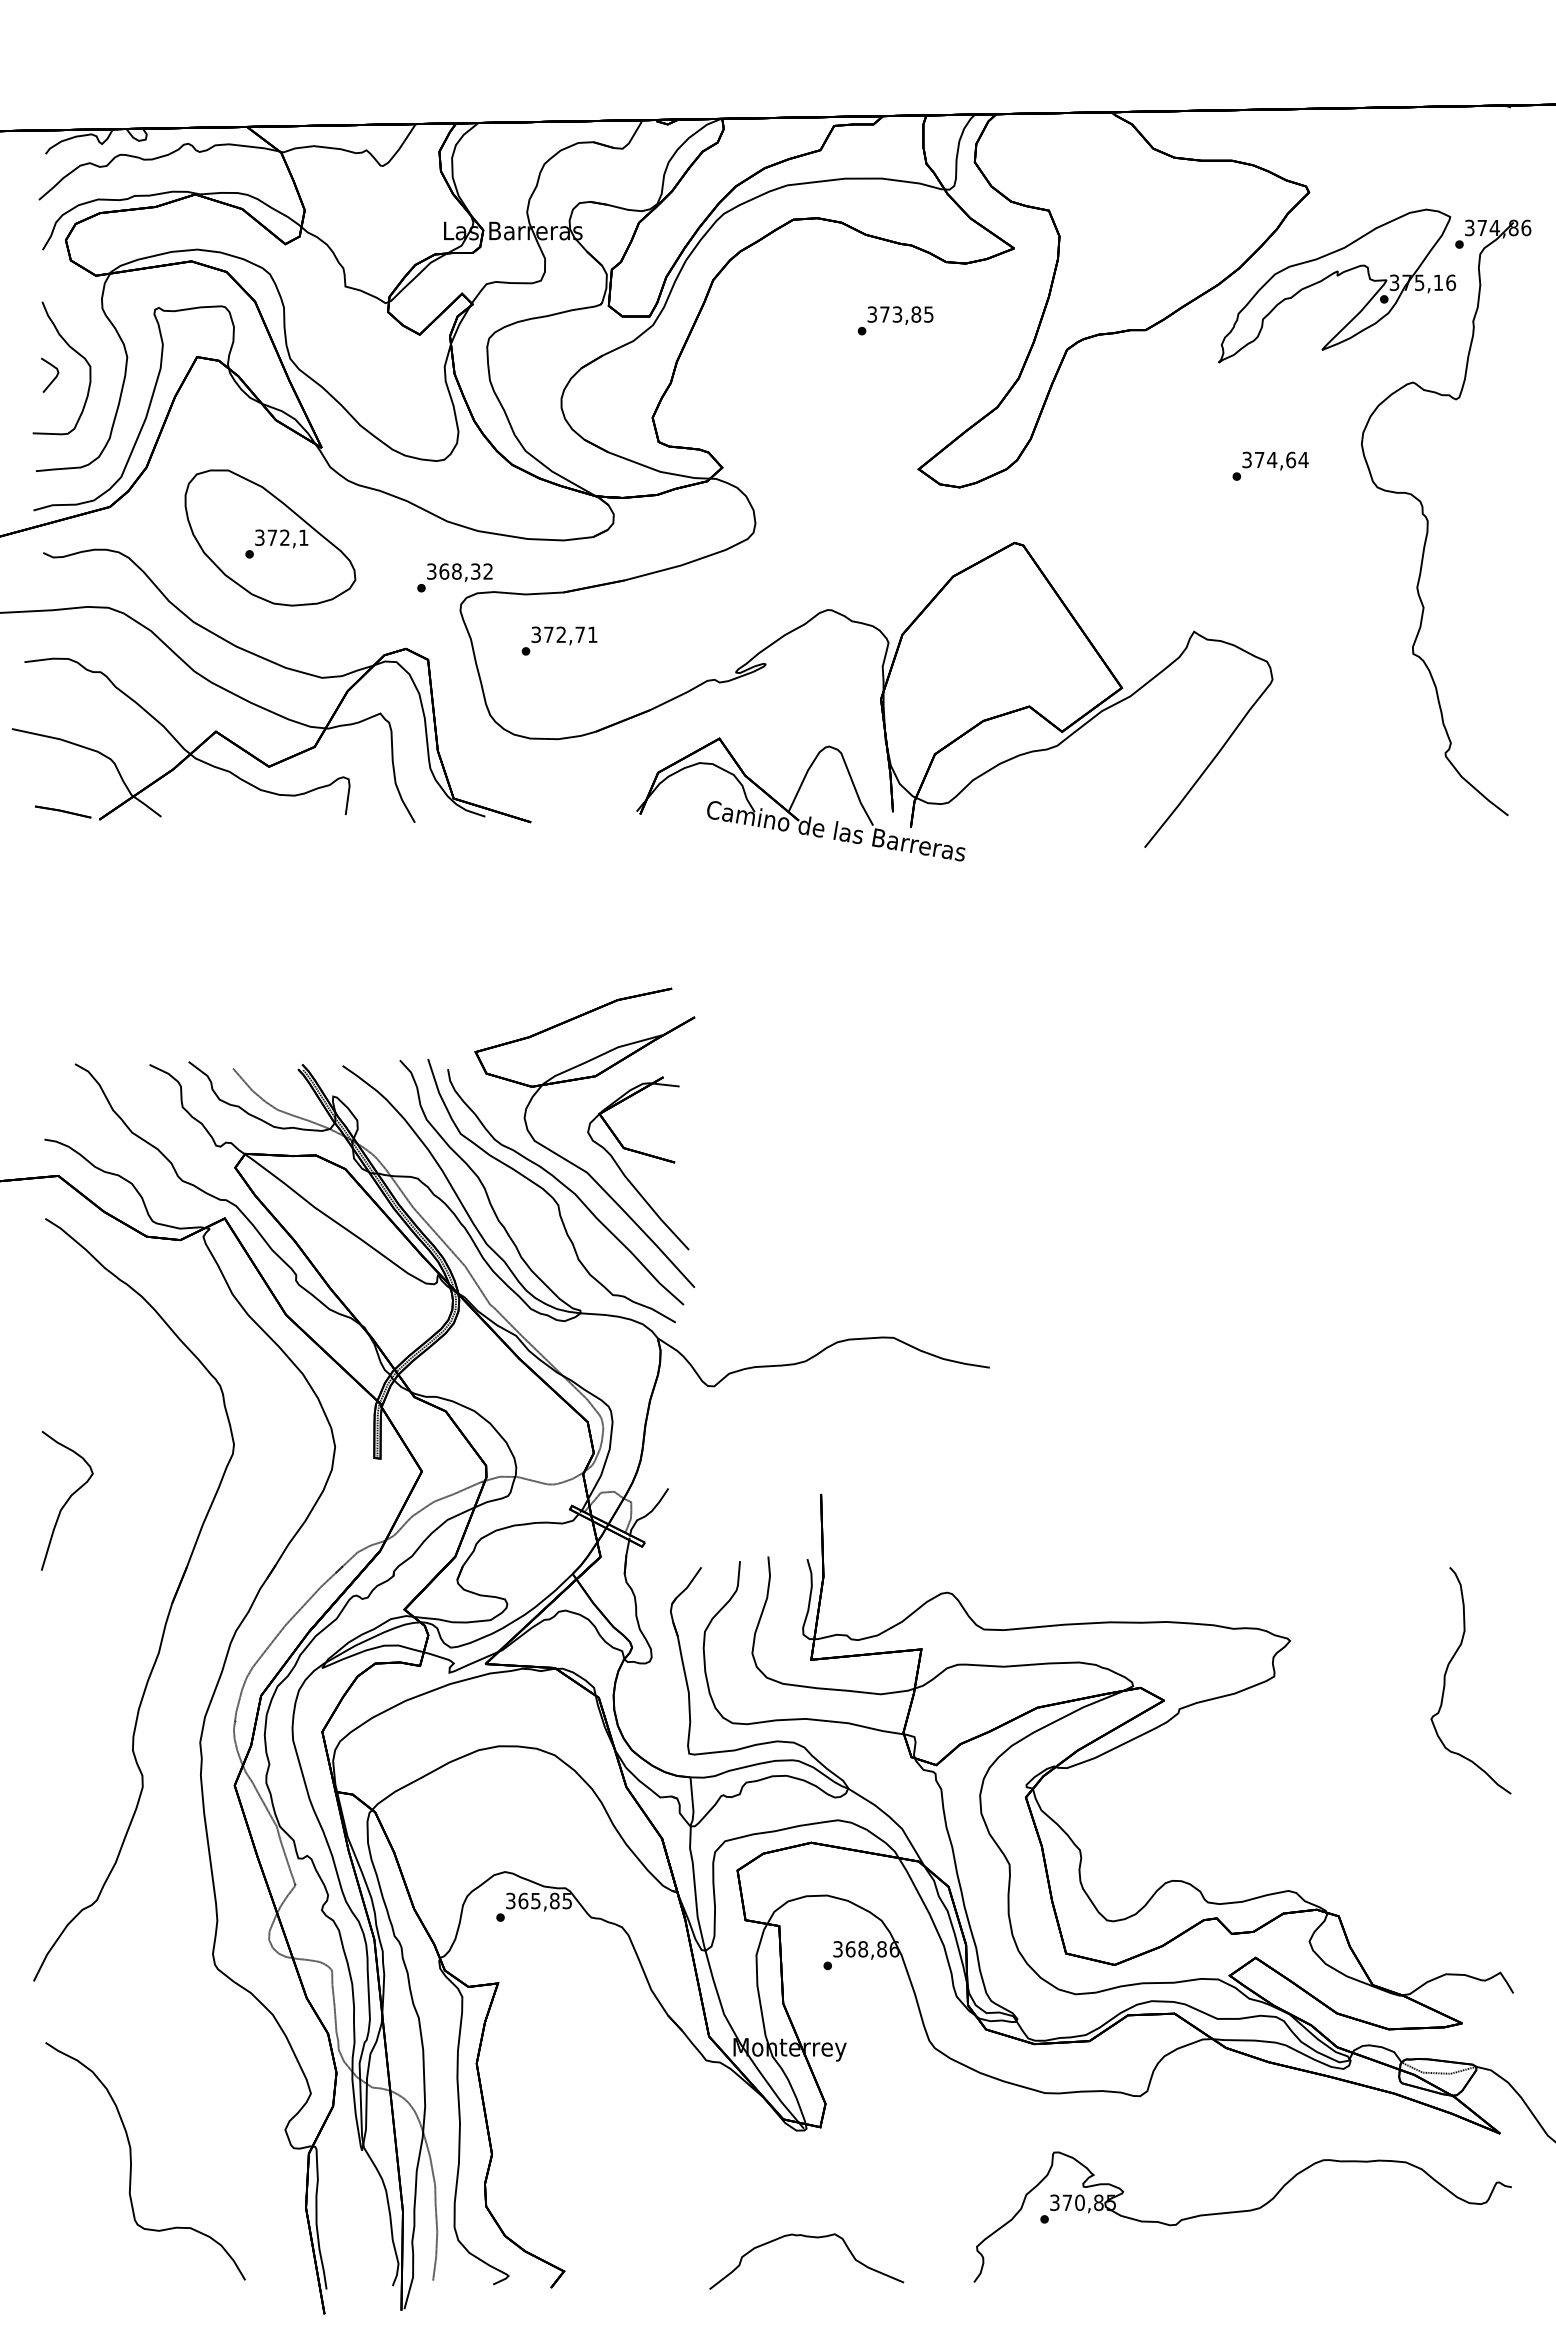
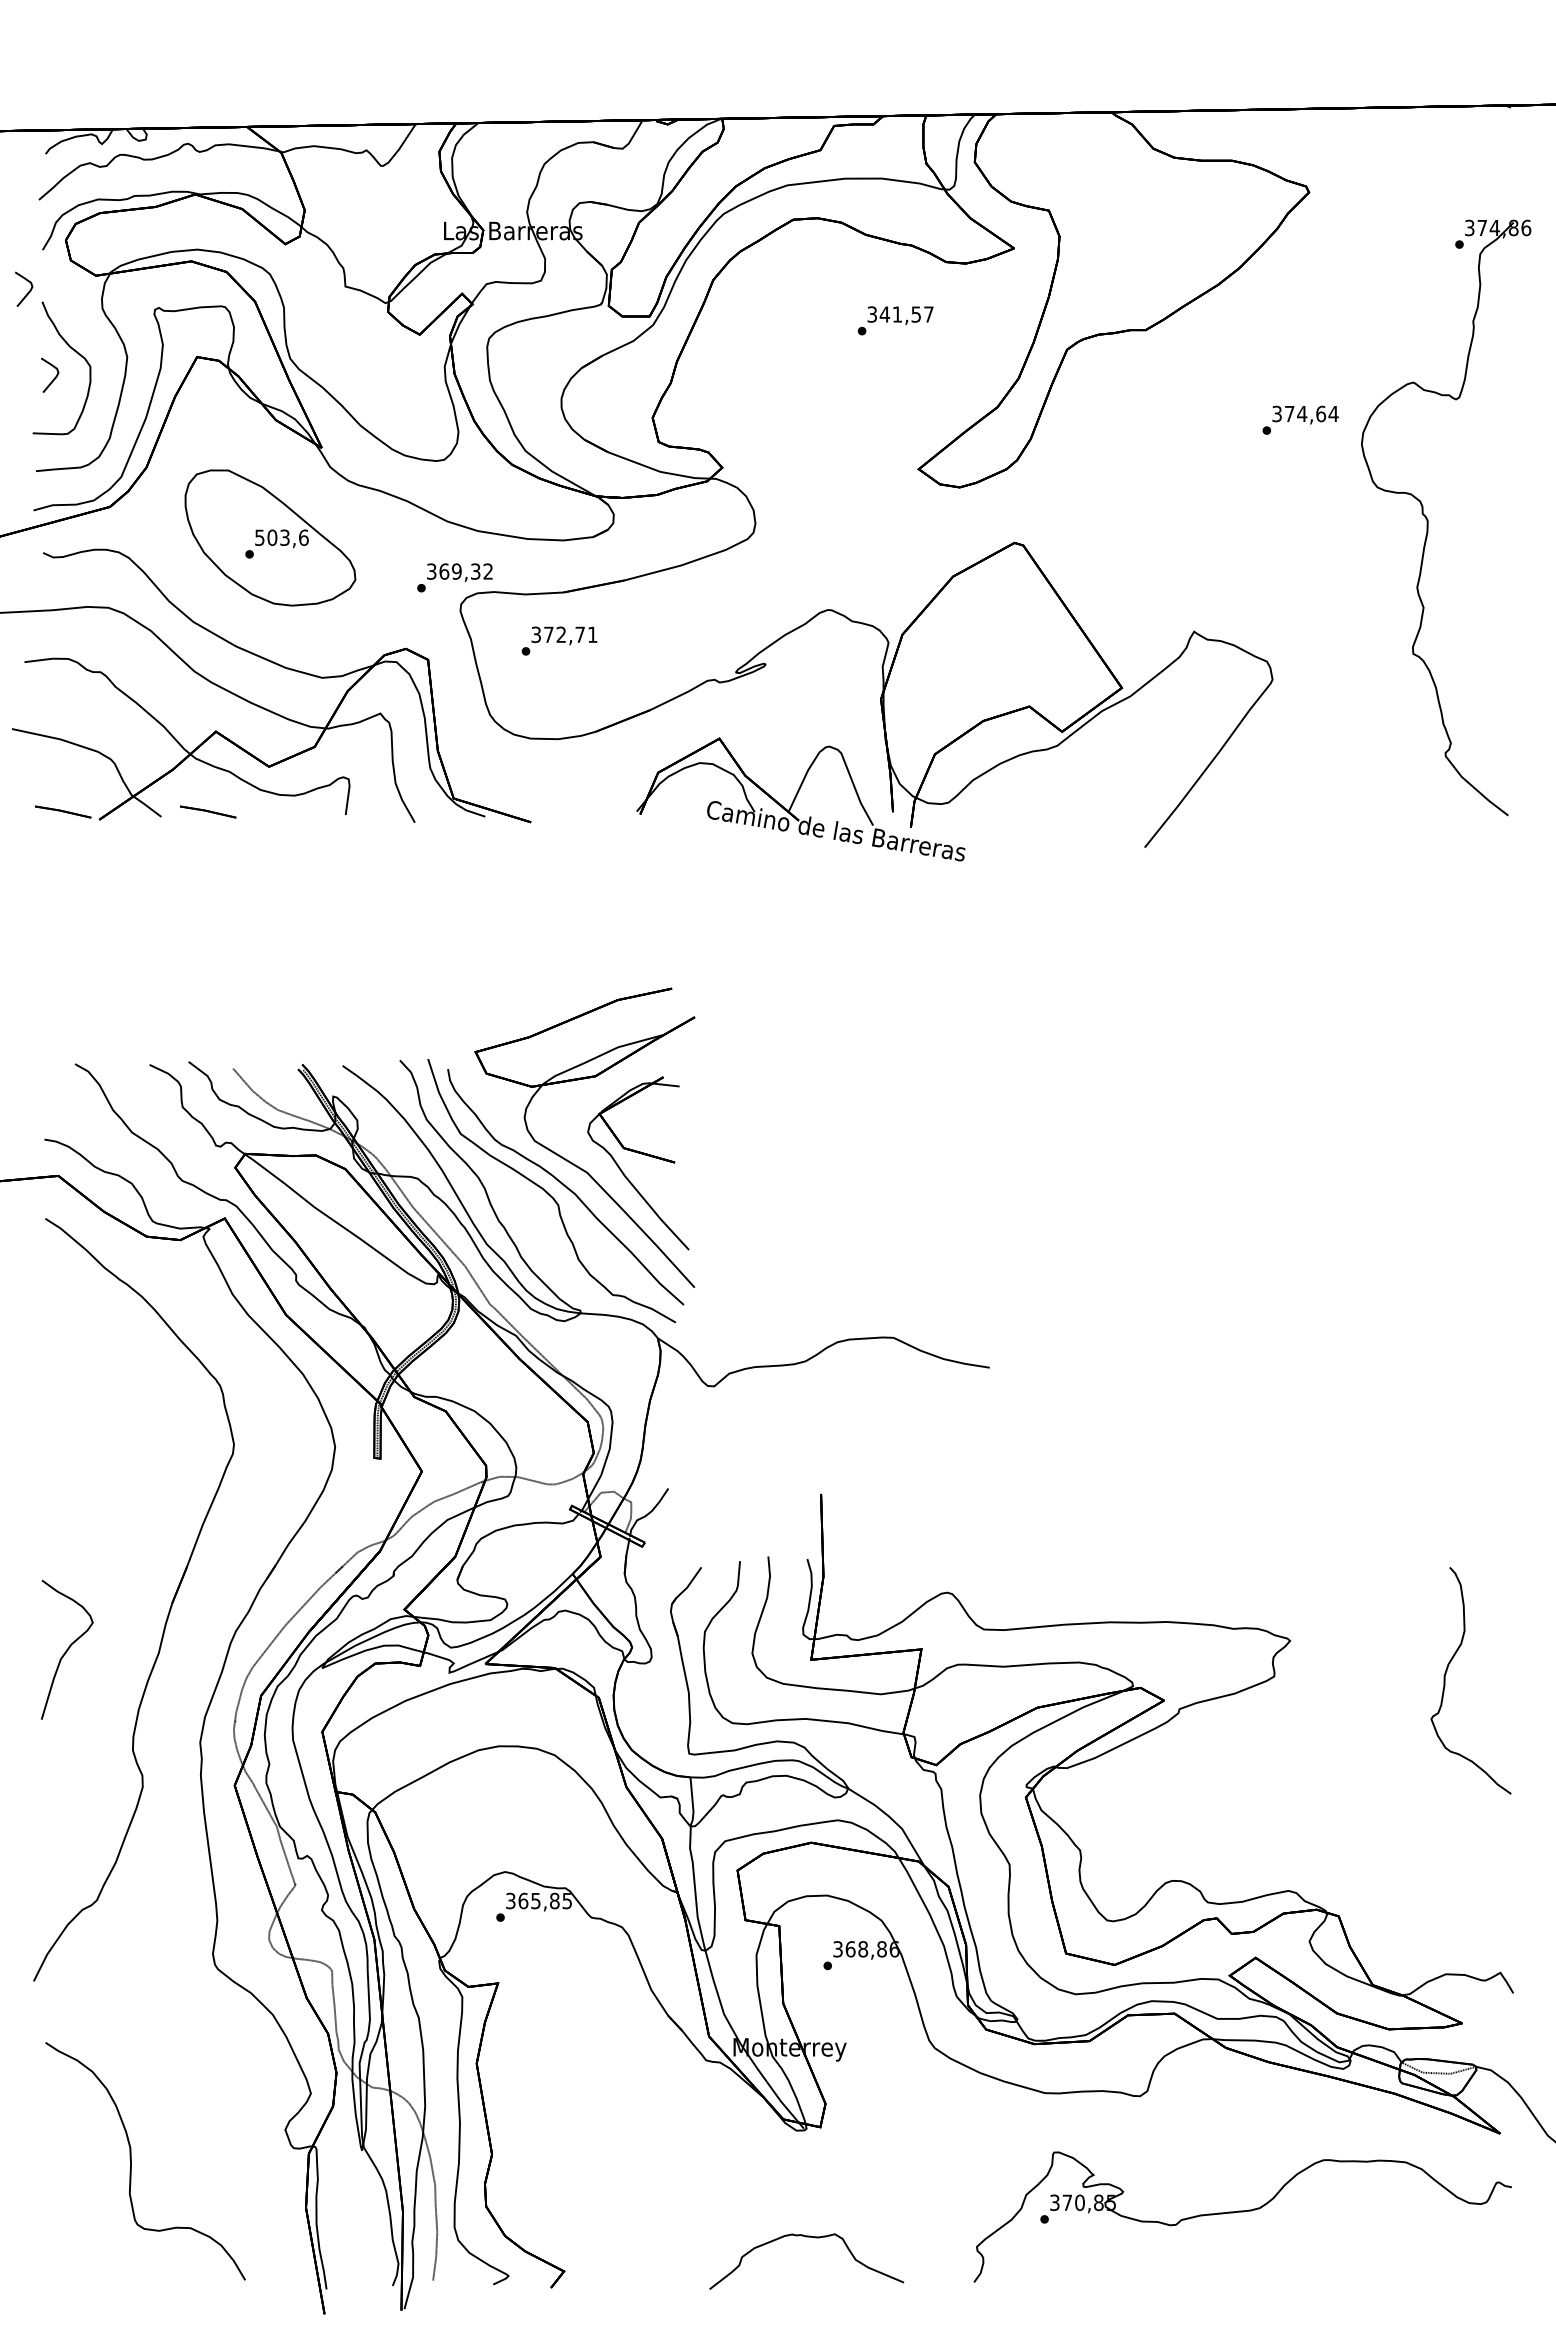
part at (1337, 276): present -> none
curve at (28, 291): none -> present
text at (906, 314): 373,85 -> 341,57
text at (1270, 465) position: (1270, 465) -> (1300, 419)
text at (281, 537): 372,1 -> 503,6
text at (456, 571): 368,32 -> 369,32
line at (208, 811): none -> present
curve at (67, 1500) position: (67, 1500) -> (67, 1649)
